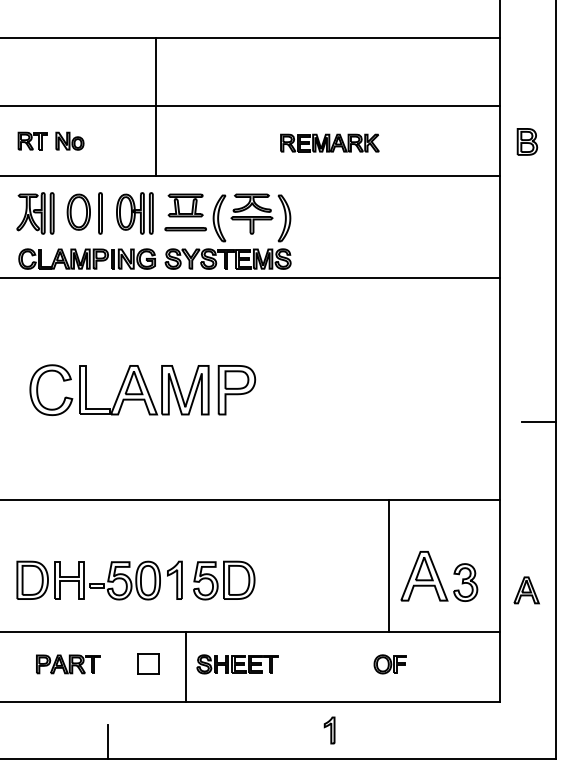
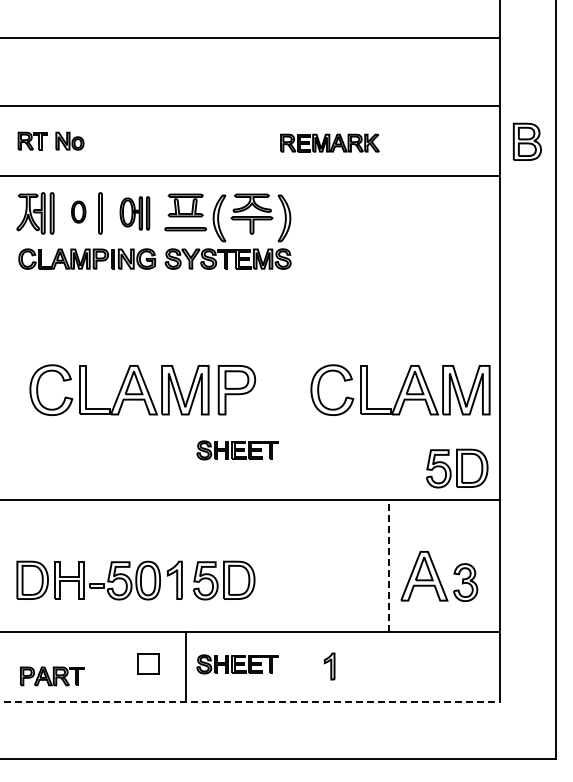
line at (155, 106): present -> none
part at (527, 141) size: 23x28 px -> 30x39 px
part at (78, 211) size: 25x38 px -> 16x24 px
part at (134, 213) size: 38x43 px -> 32x35 px
line at (250, 277): present -> none
part at (400, 389): none -> present
line at (539, 422): present -> none
part at (237, 450): none -> present
part at (457, 468): none -> present
line at (388, 565): solid -> dashed
part at (526, 590): present -> none
part at (68, 664) position: (68, 664) -> (52, 676)
part at (389, 664): present -> none
line at (250, 702): solid -> dashed
part at (329, 730) position: (329, 730) -> (329, 666)
line at (107, 741): present -> none
